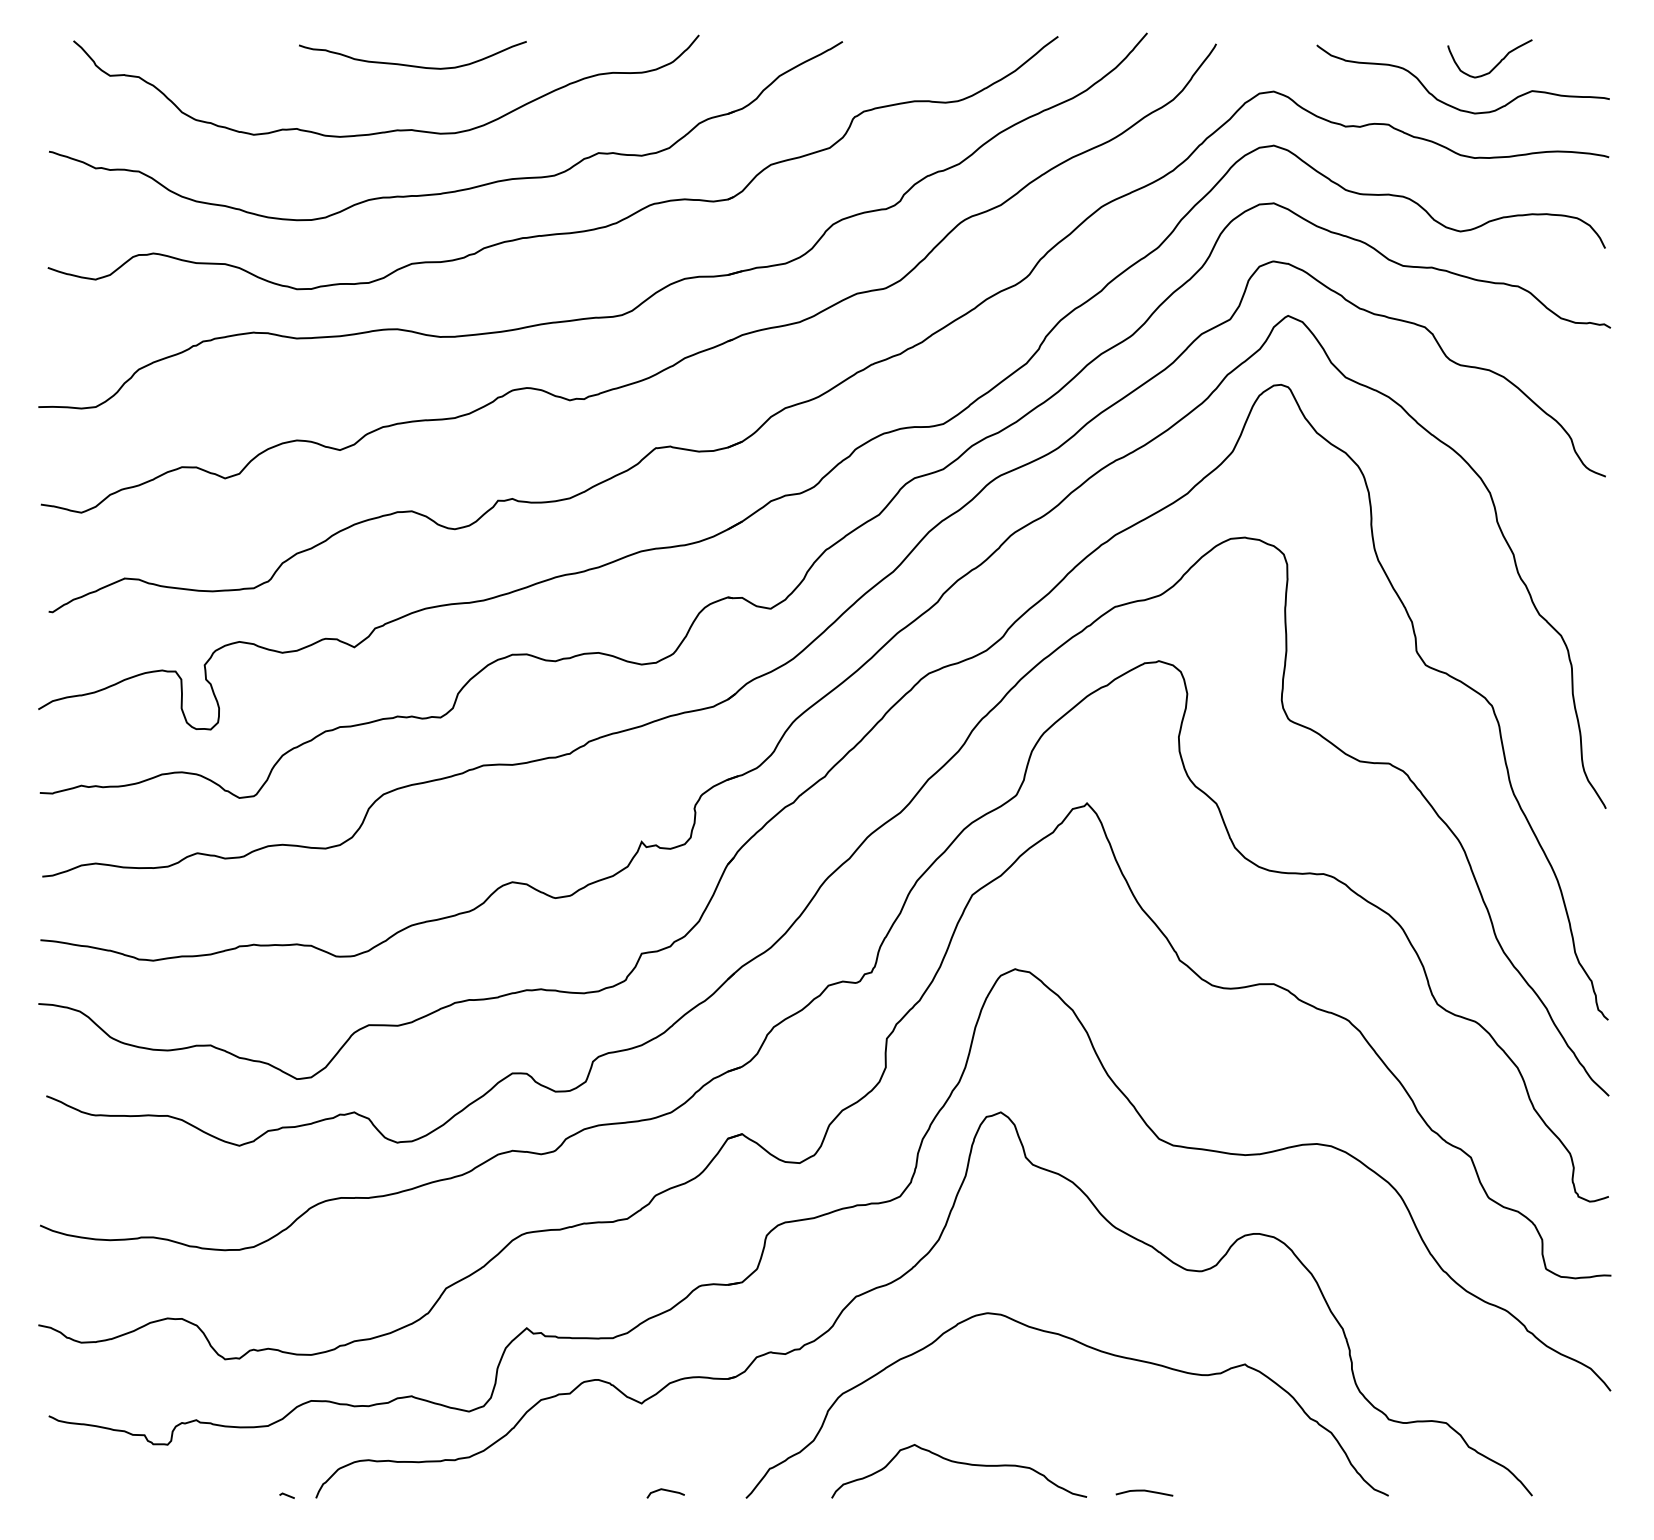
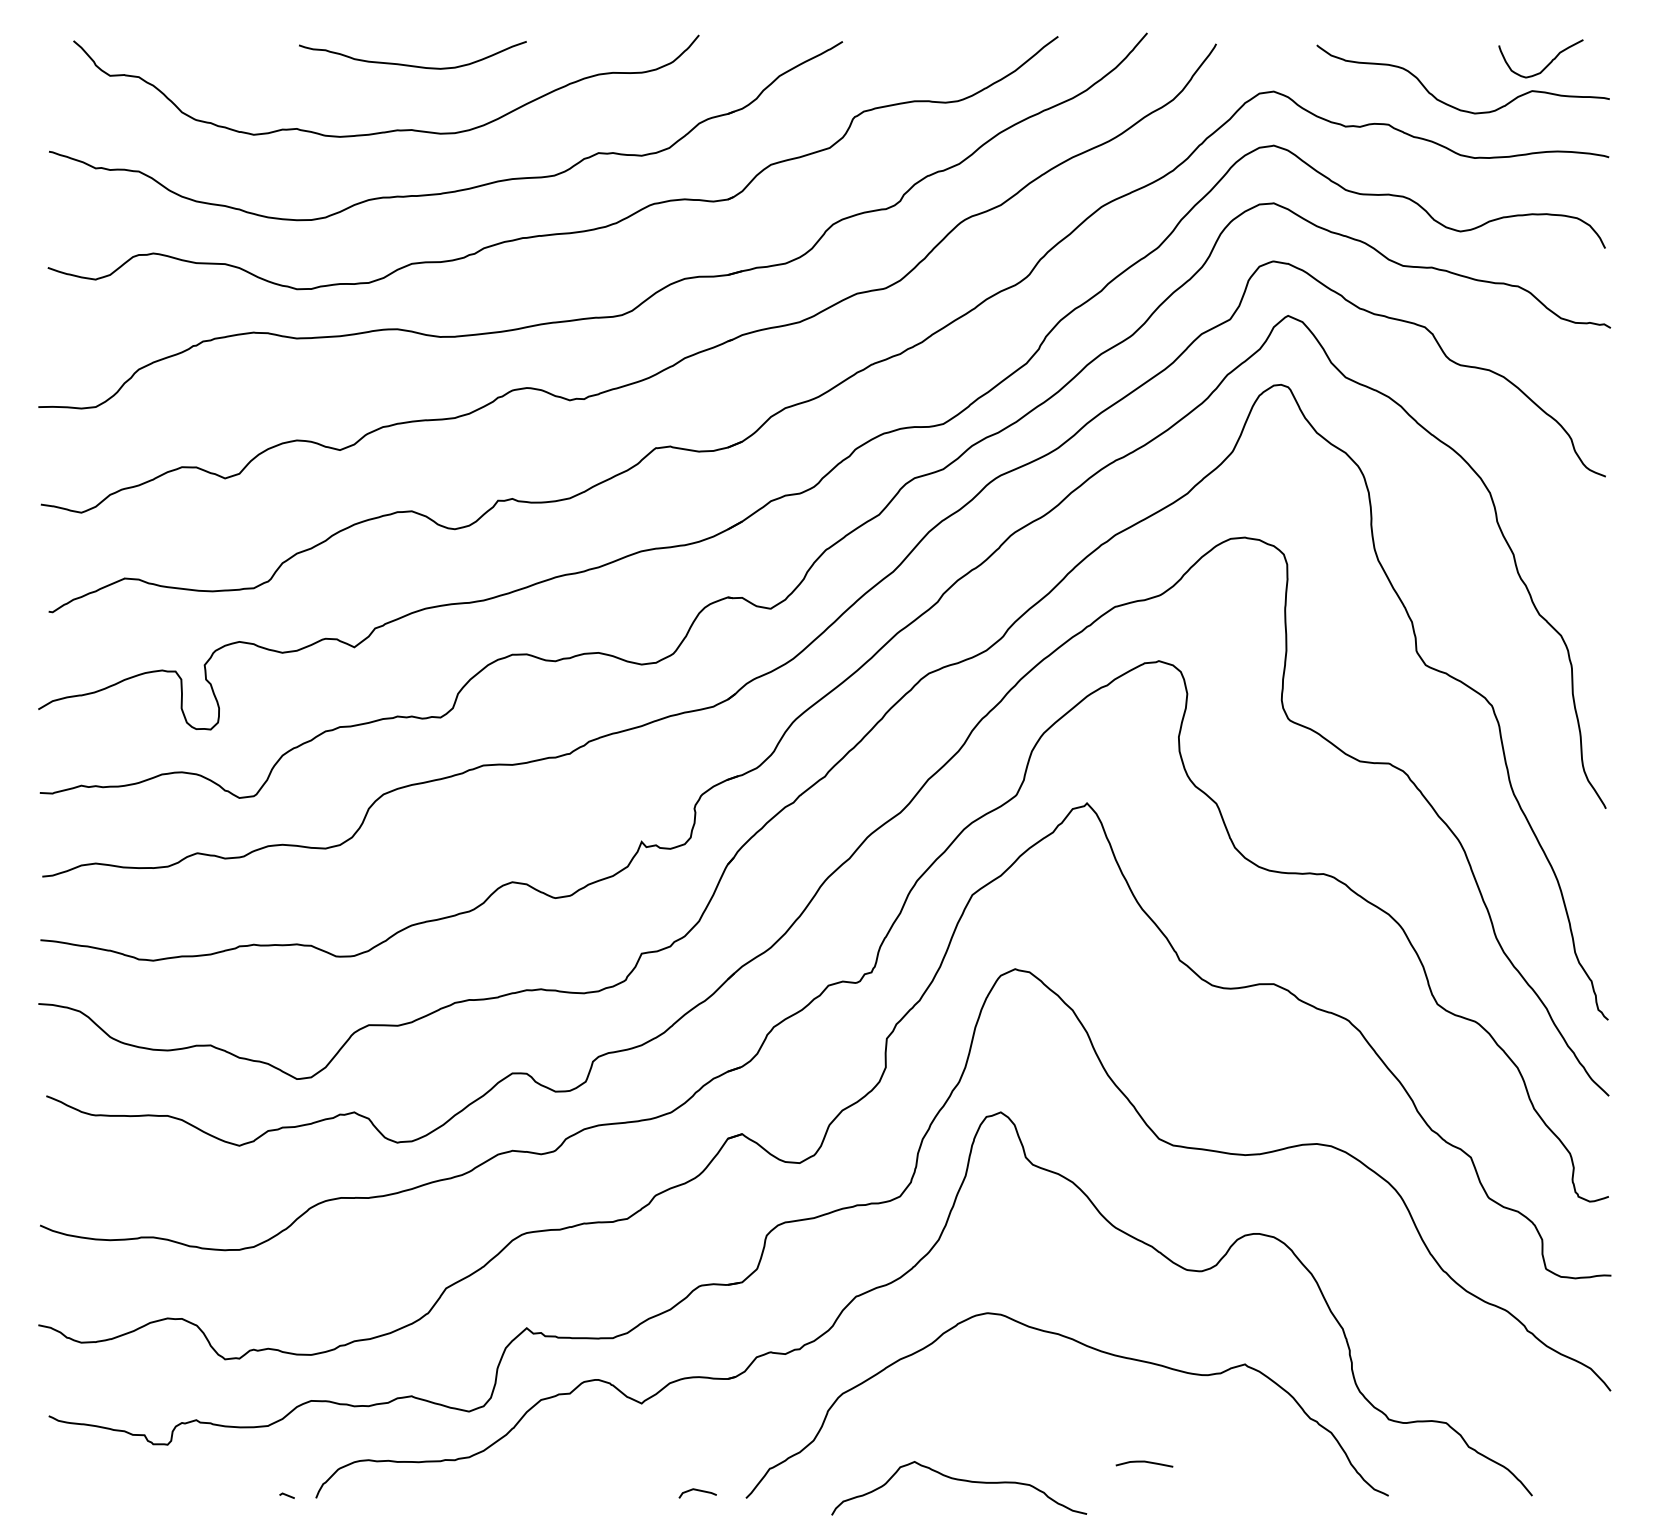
curve at (1496, 64) position: (1496, 64) -> (1547, 64)
curve at (962, 1464) position: (962, 1464) -> (962, 1481)
line at (666, 1491) position: (666, 1491) -> (698, 1491)
curve at (1144, 1491) position: (1144, 1491) -> (1144, 1462)
